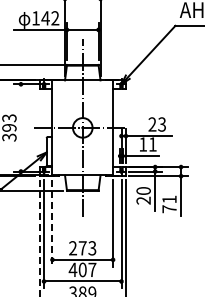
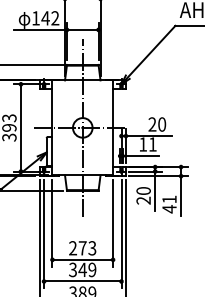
text at (162, 124): 23 -> 20
line at (20, 127): none -> present
text at (169, 209): 71 -> 41
line at (52, 223): dashed -> solid
line at (39, 239): dashed -> solid
text at (82, 269): 407 -> 349
